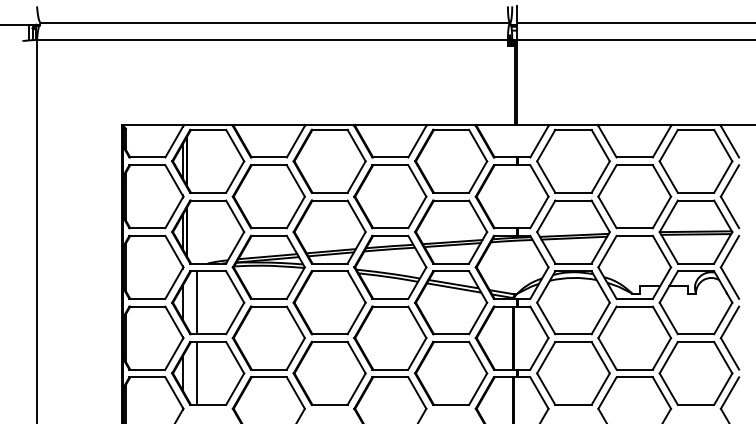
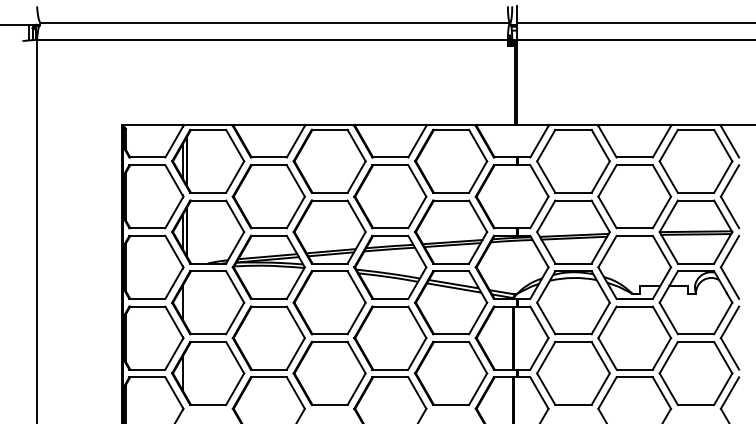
line at (196, 302): present -> none
line at (196, 372): present -> none
